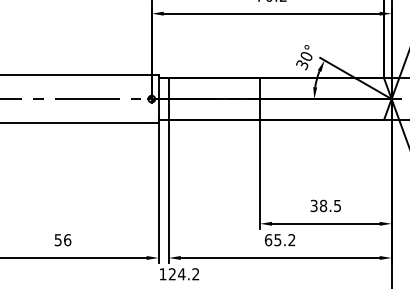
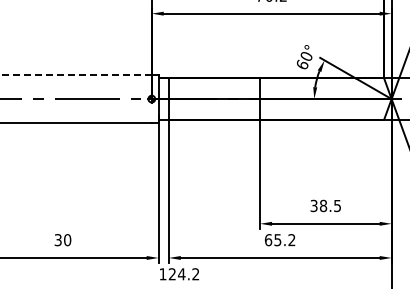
text at (302, 64): 30° -> 60°
line at (76, 75): solid -> dashed
text at (63, 239): 56 -> 30
